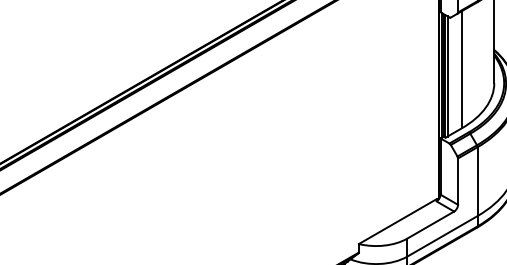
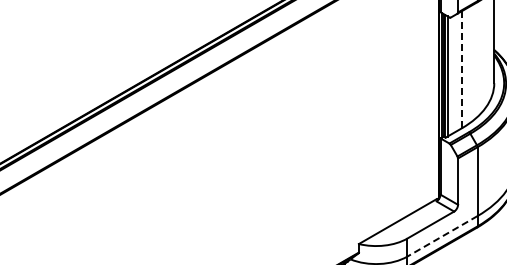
line at (461, 69): solid -> dashed
line at (442, 236): solid -> dashed
